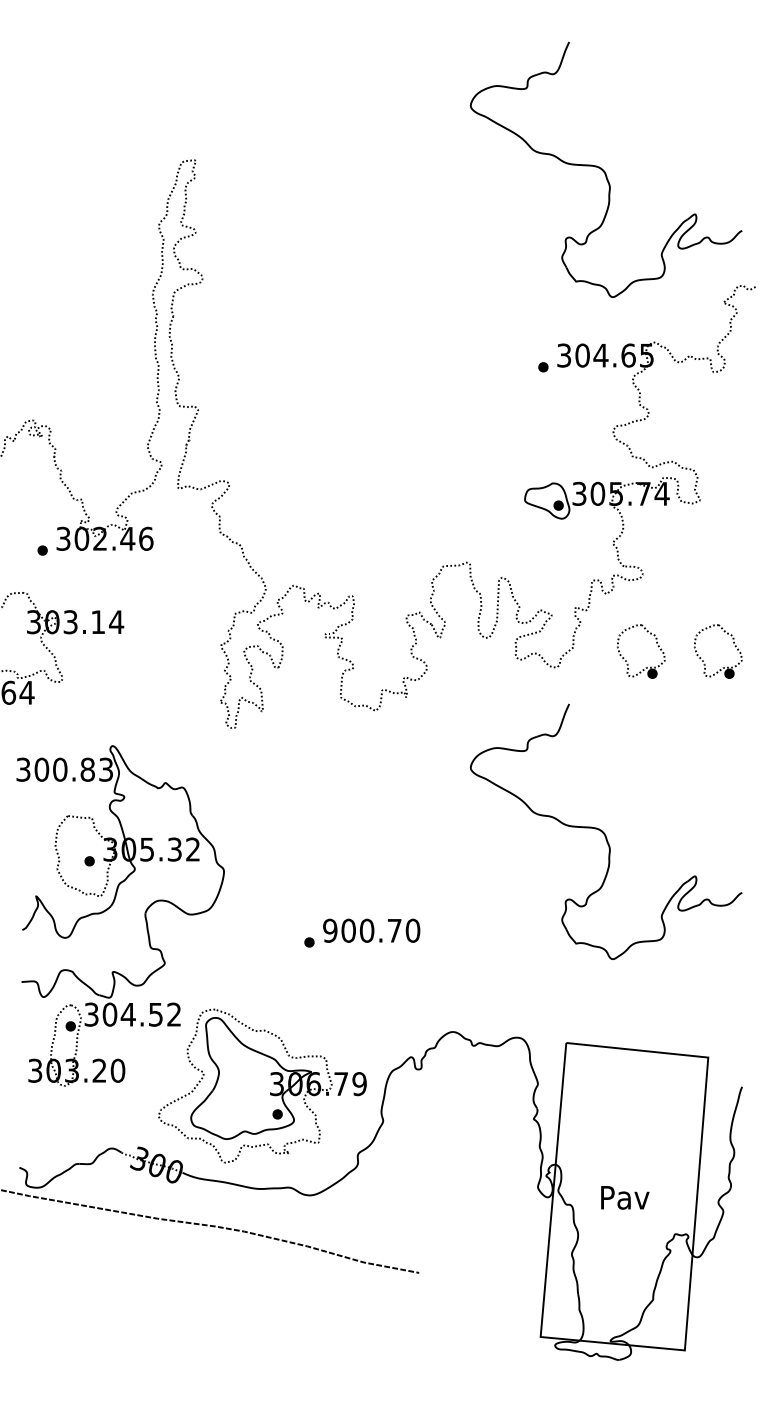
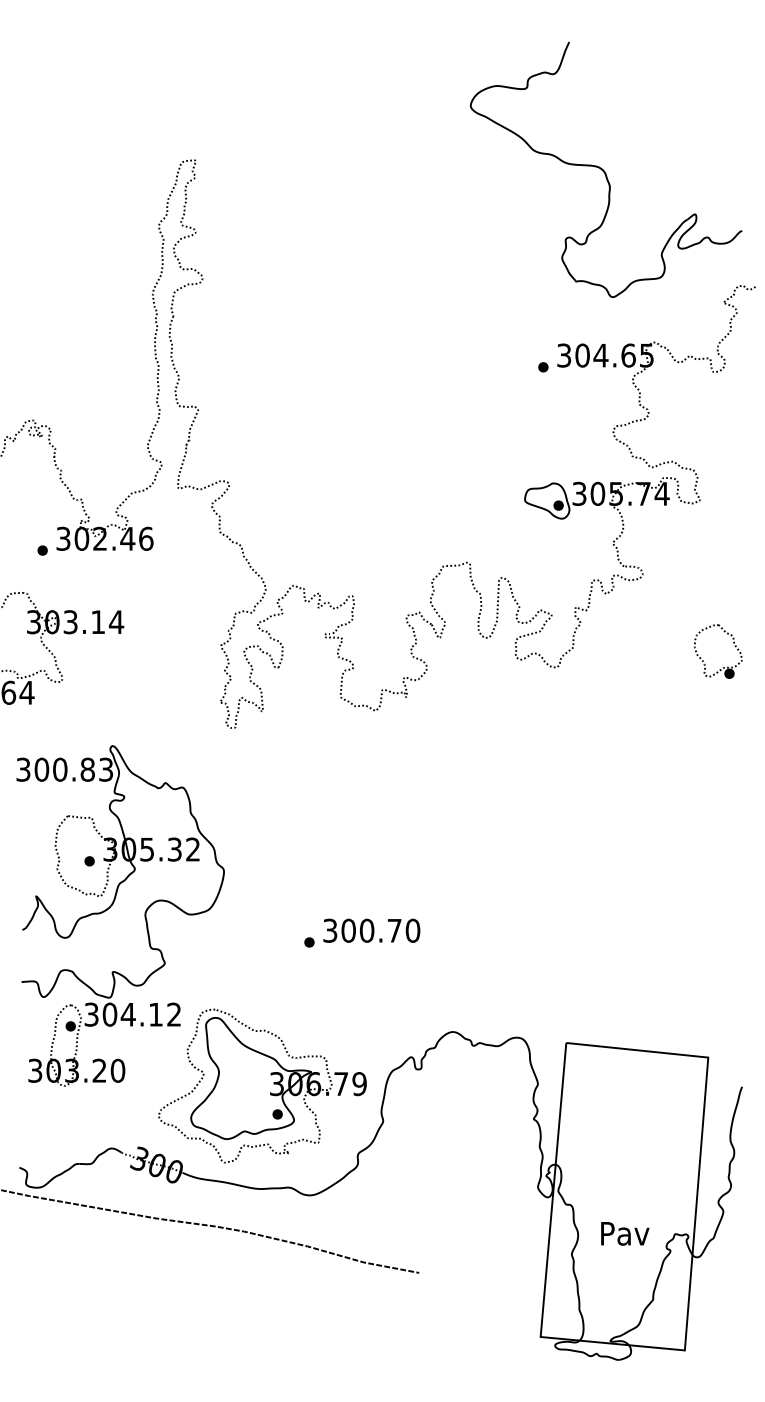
part at (626, 660): present -> none
part at (605, 831): present -> none
text at (330, 930): 900.70 -> 300.70
text at (155, 1014): 304.52 -> 304.12
text at (625, 1197) position: (625, 1197) -> (625, 1233)
